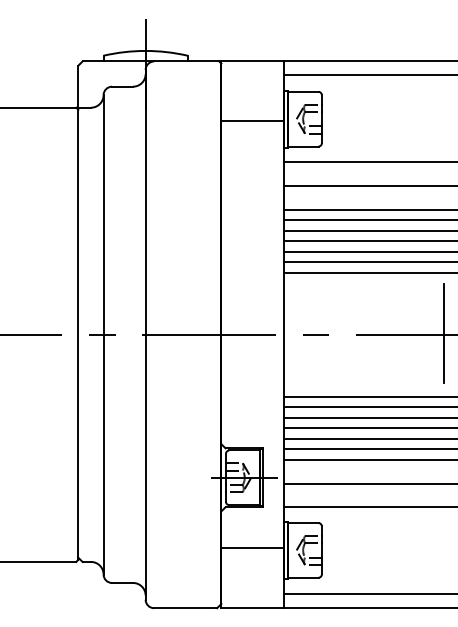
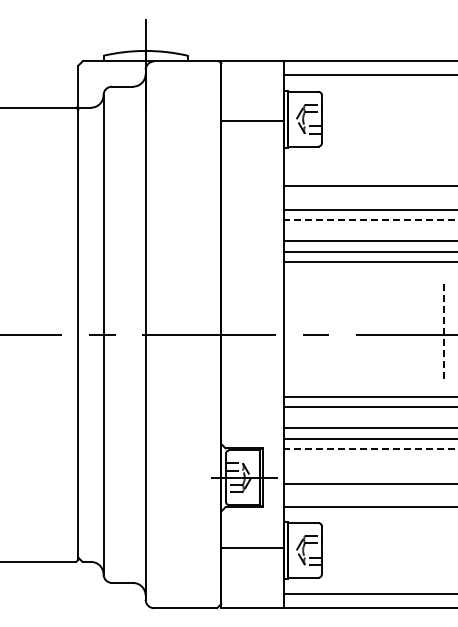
line at (369, 162): present -> none
line at (370, 220): solid -> dashed
line at (369, 230): present -> none
line at (369, 272): present -> none
line at (444, 333): solid -> dashed
line at (369, 417): present -> none
line at (370, 449): solid -> dashed
line at (369, 459): present -> none
